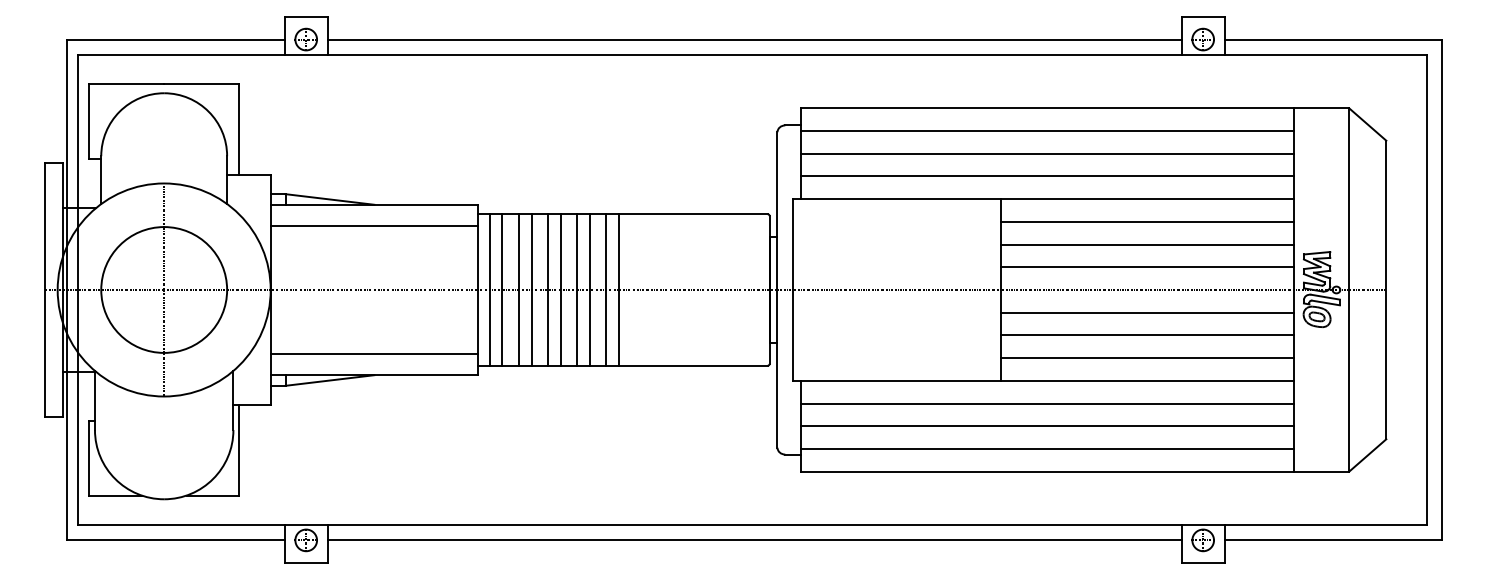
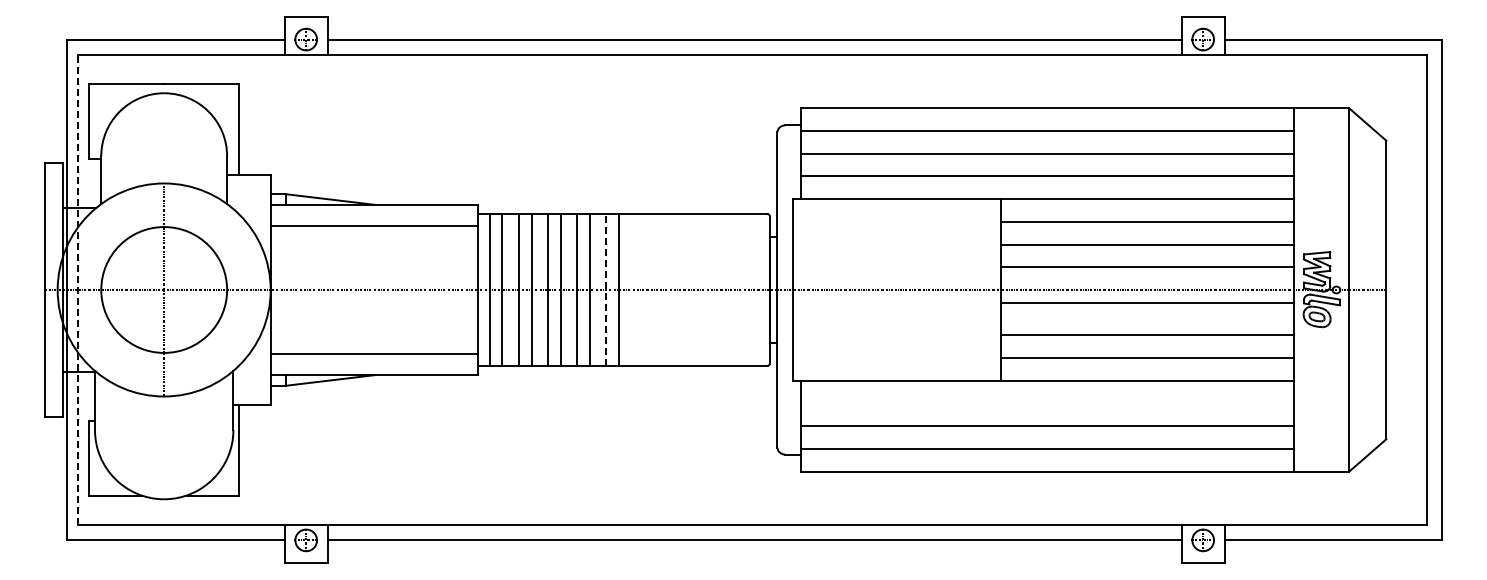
line at (78, 289): solid -> dashed
line at (606, 290): solid -> dashed
line at (1147, 312) position: (1147, 312) -> (1147, 302)
line at (1046, 403): present -> none
